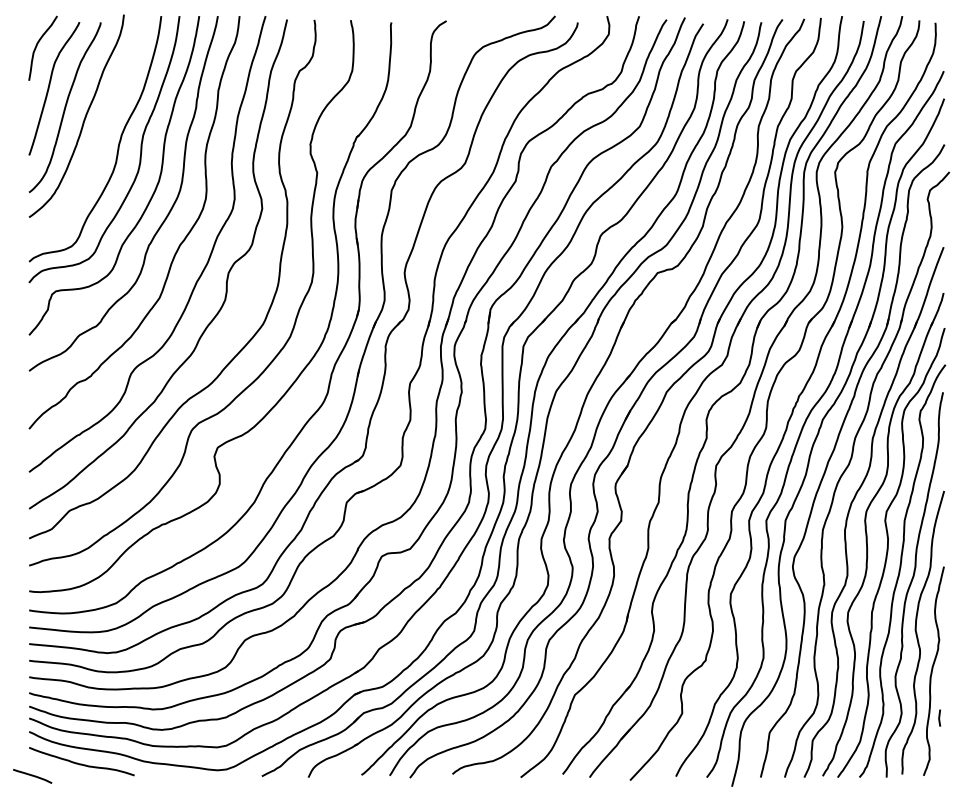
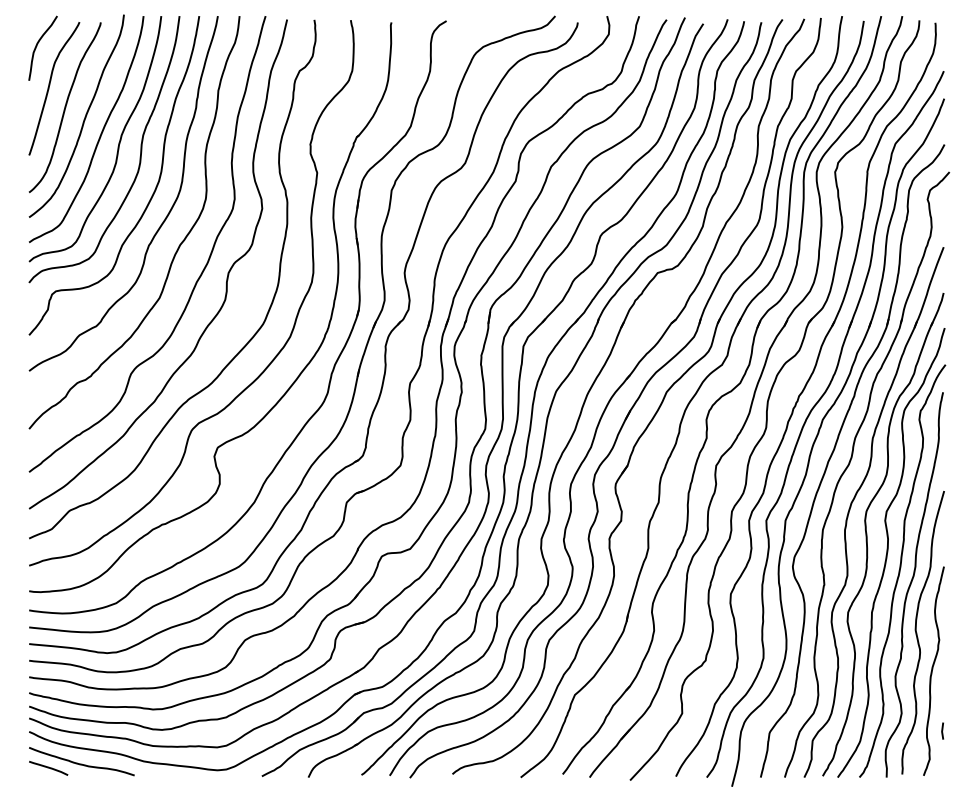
curve at (99, 135): none -> present
line at (939, 717) position: (939, 717) -> (942, 730)
curve at (32, 775) position: (32, 775) -> (48, 767)
